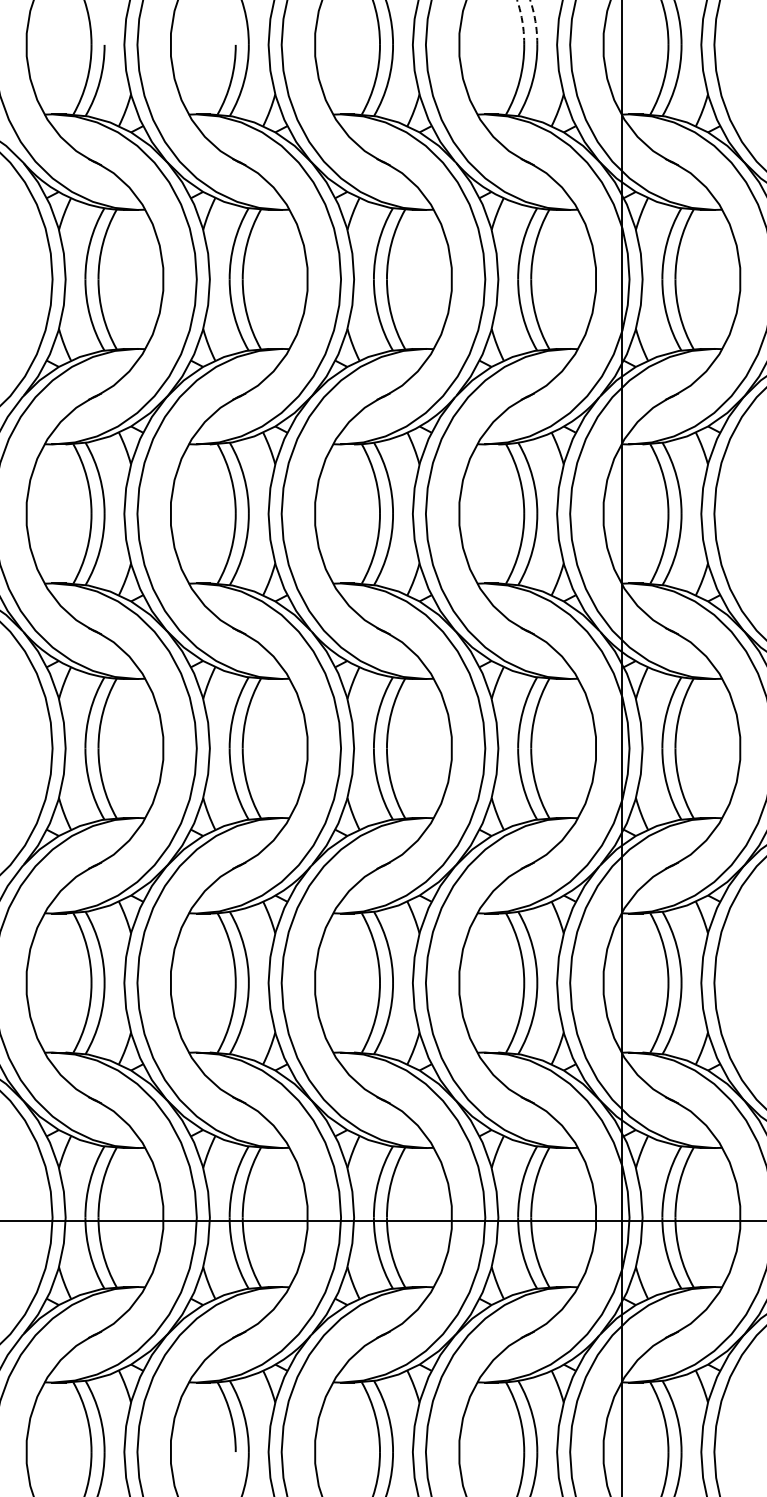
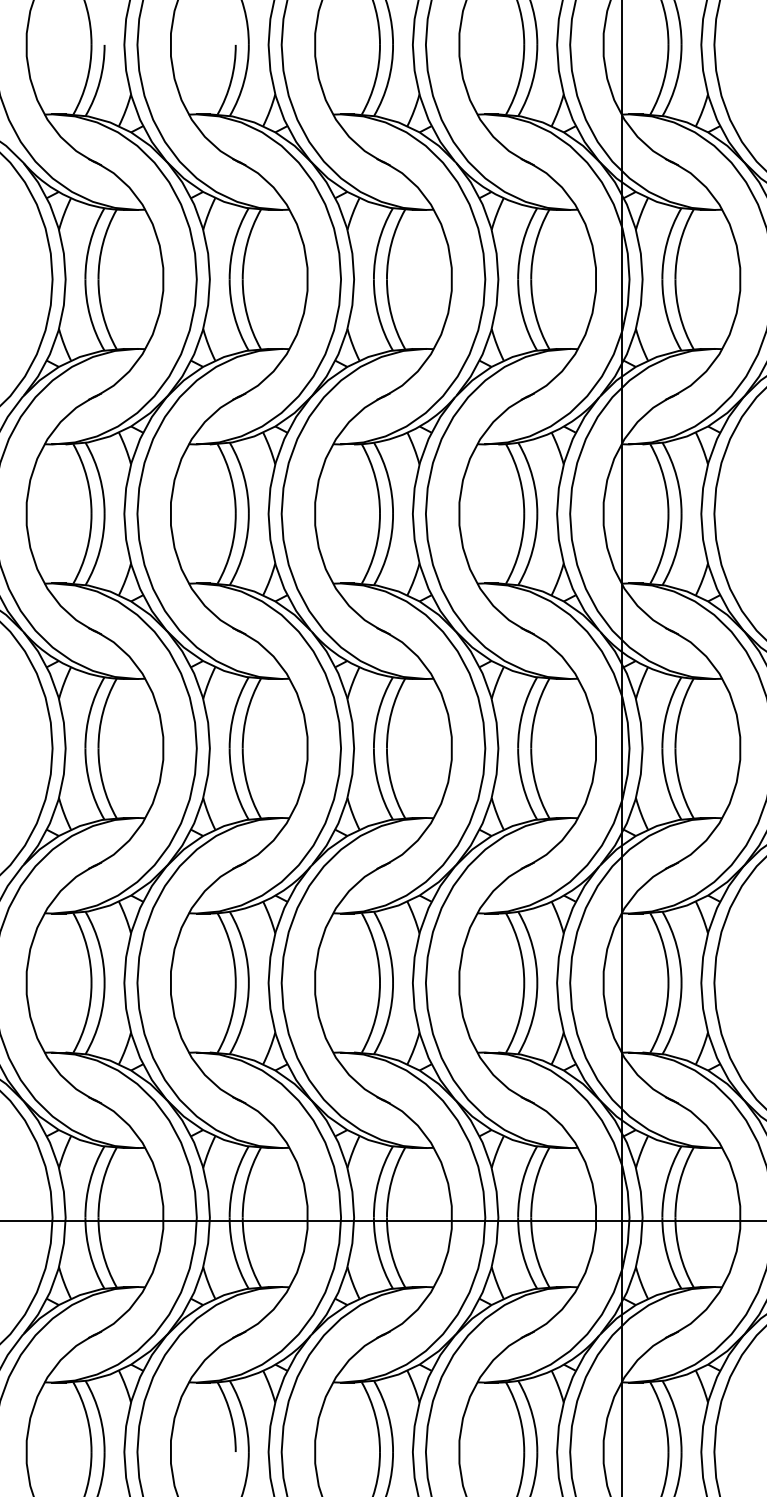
arc at (522, 21): dashed -> solid
arc at (535, 21): dashed -> solid
